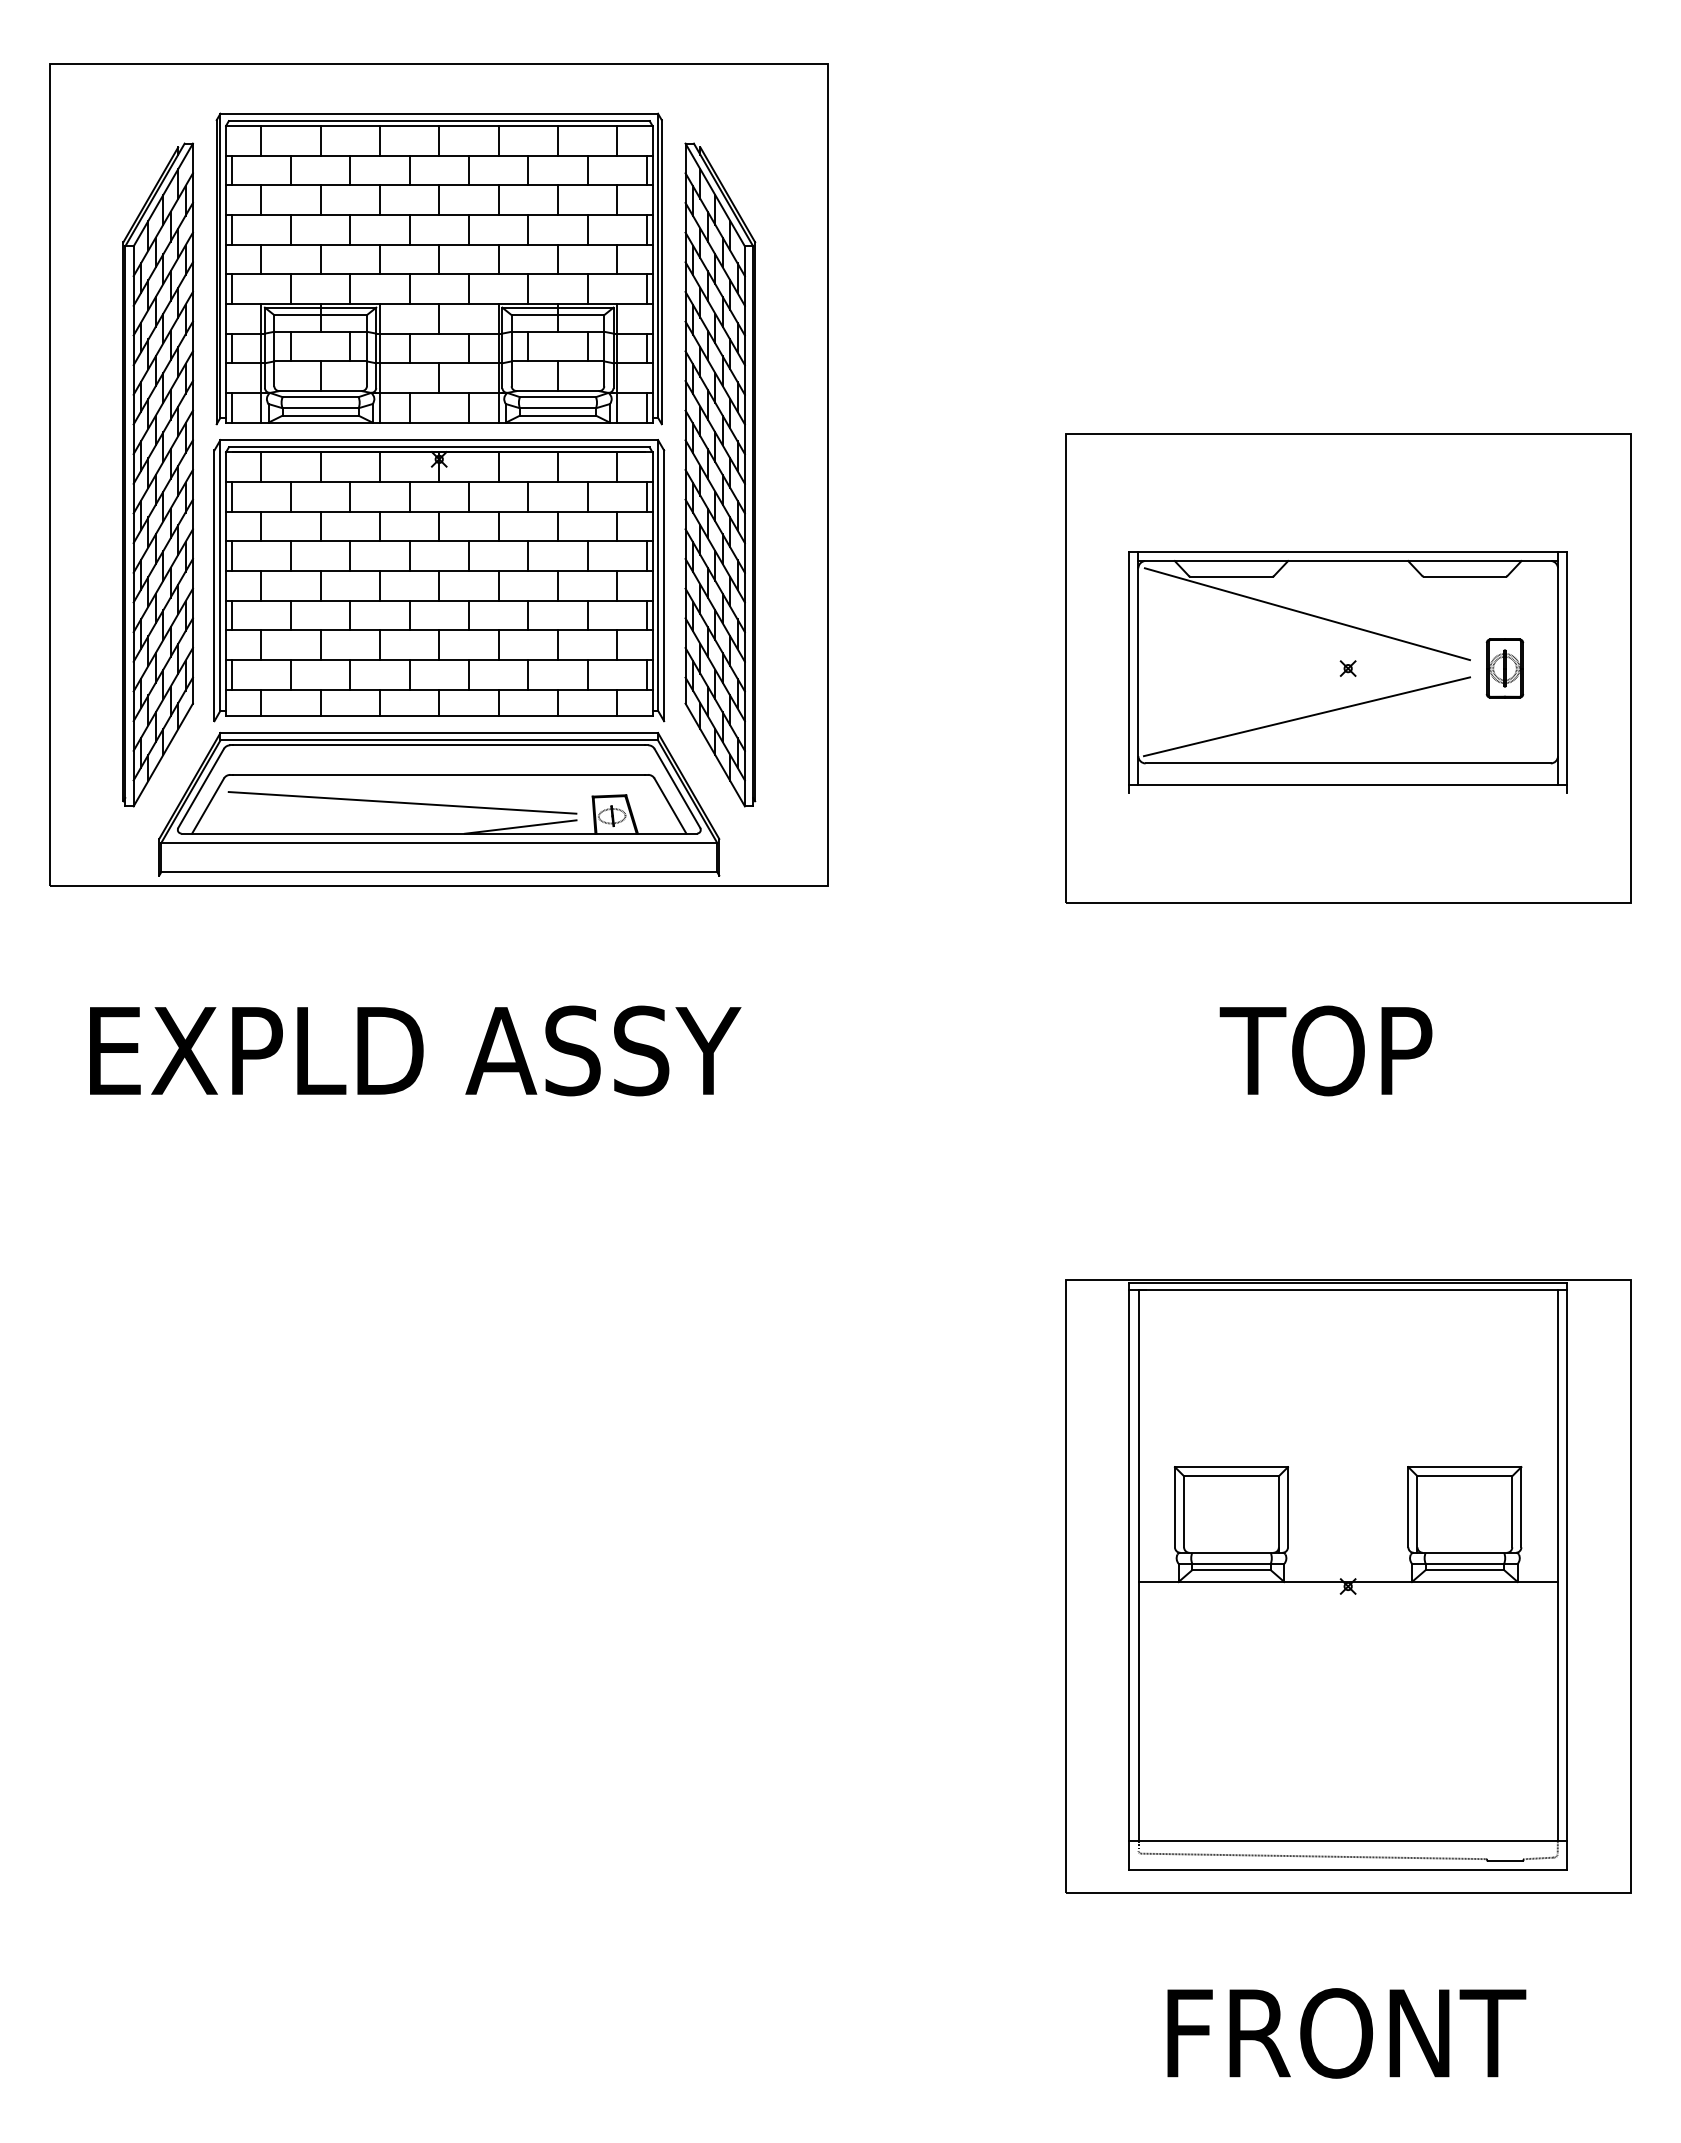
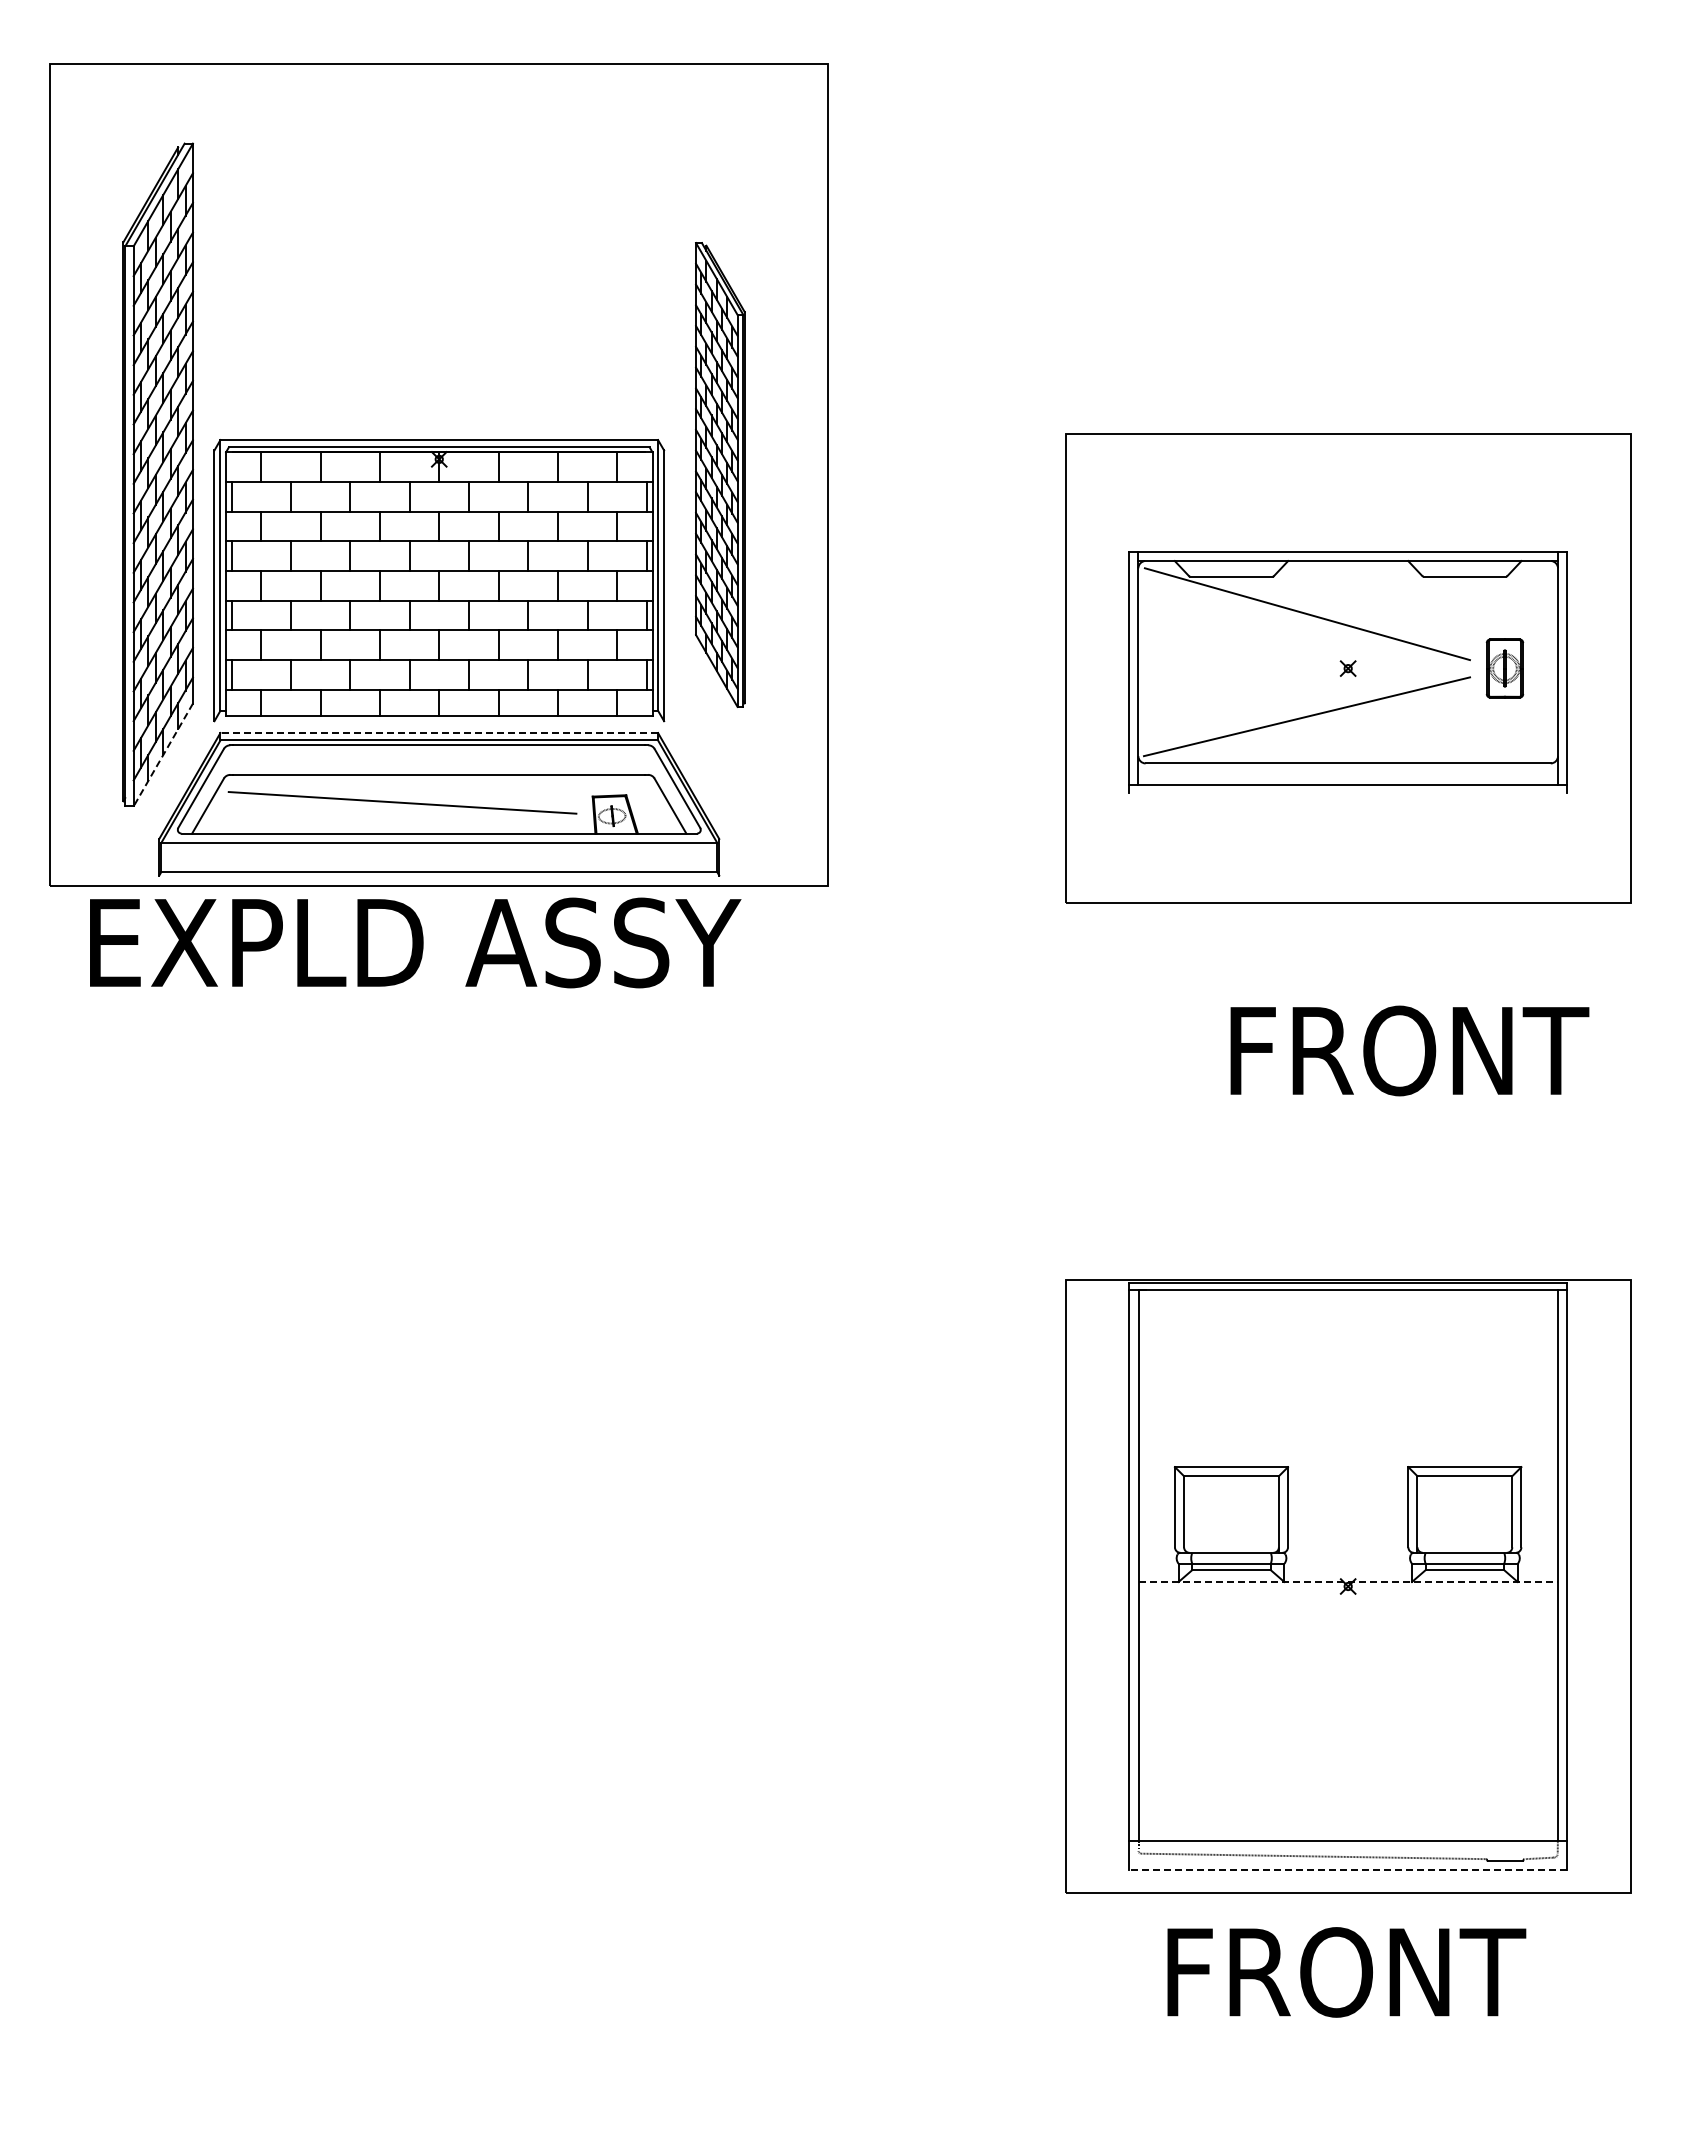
part at (438, 268): present -> none
part at (720, 474) size: 73x666 px -> 51x466 px
line at (439, 733): solid -> dashed
line at (163, 755): solid -> dashed
line at (520, 826): present -> none
text at (415, 1050) position: (415, 1050) -> (415, 942)
text at (1404, 1050): TOP -> FRONT
line at (1348, 1581): solid -> dashed
line at (1348, 1870): solid -> dashed
text at (1346, 2033) position: (1346, 2033) -> (1346, 1972)
